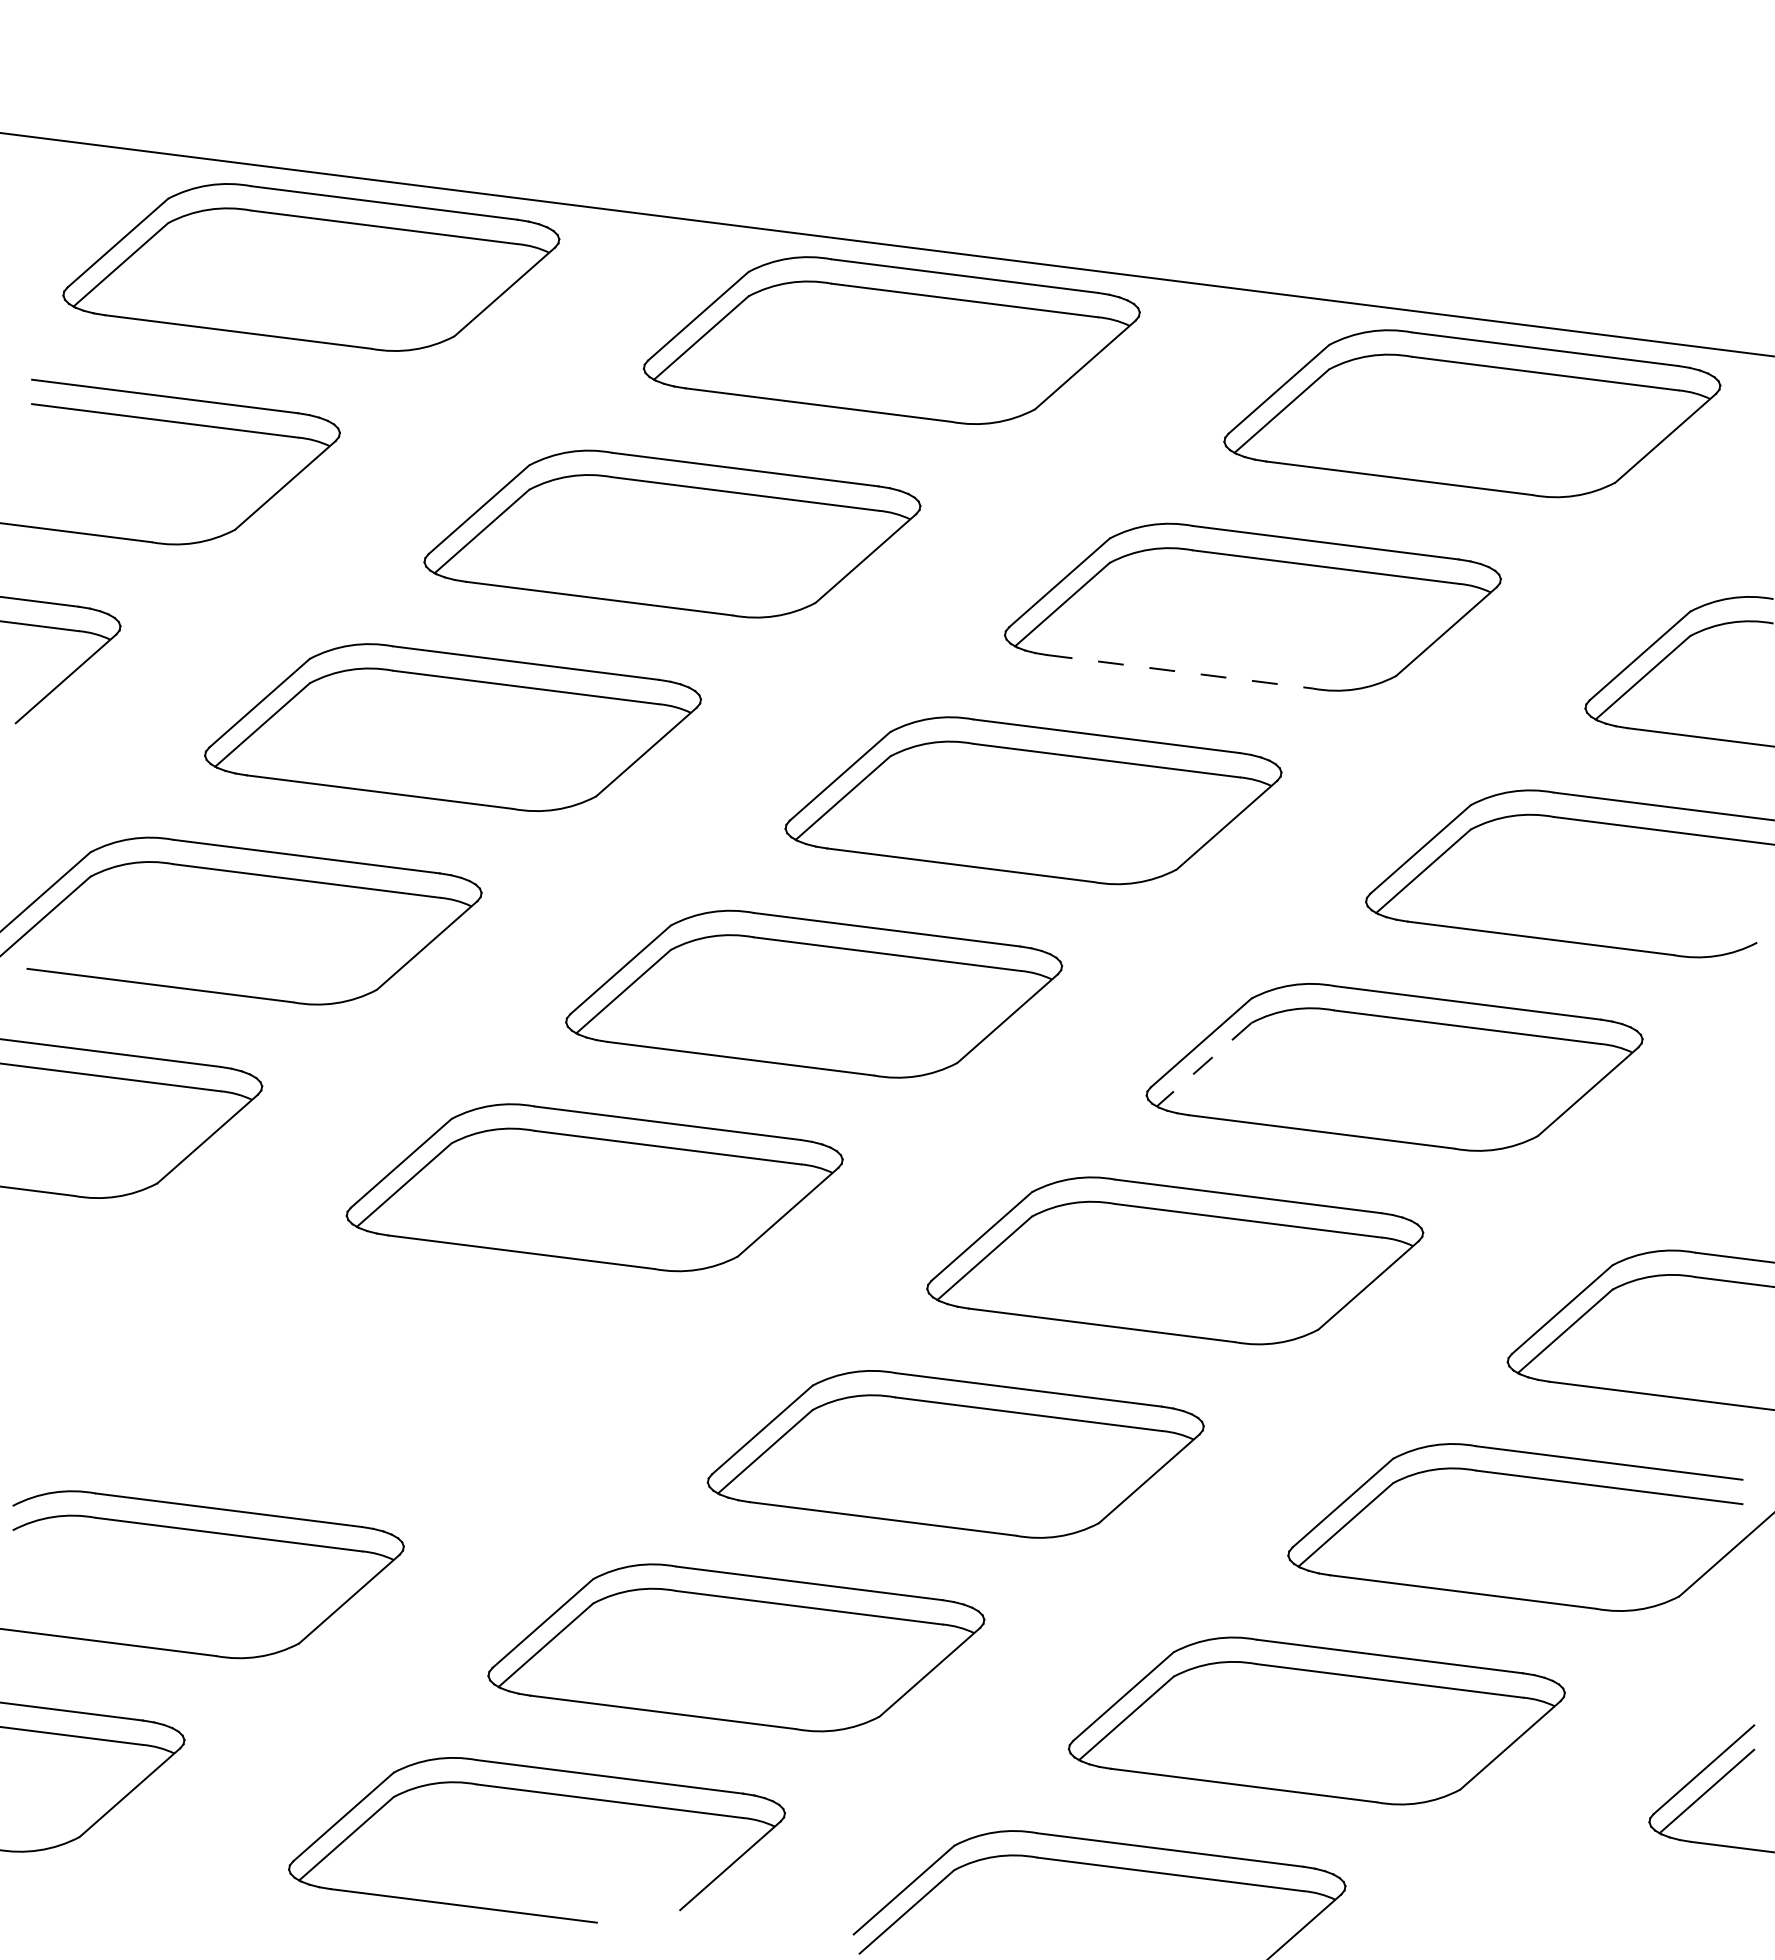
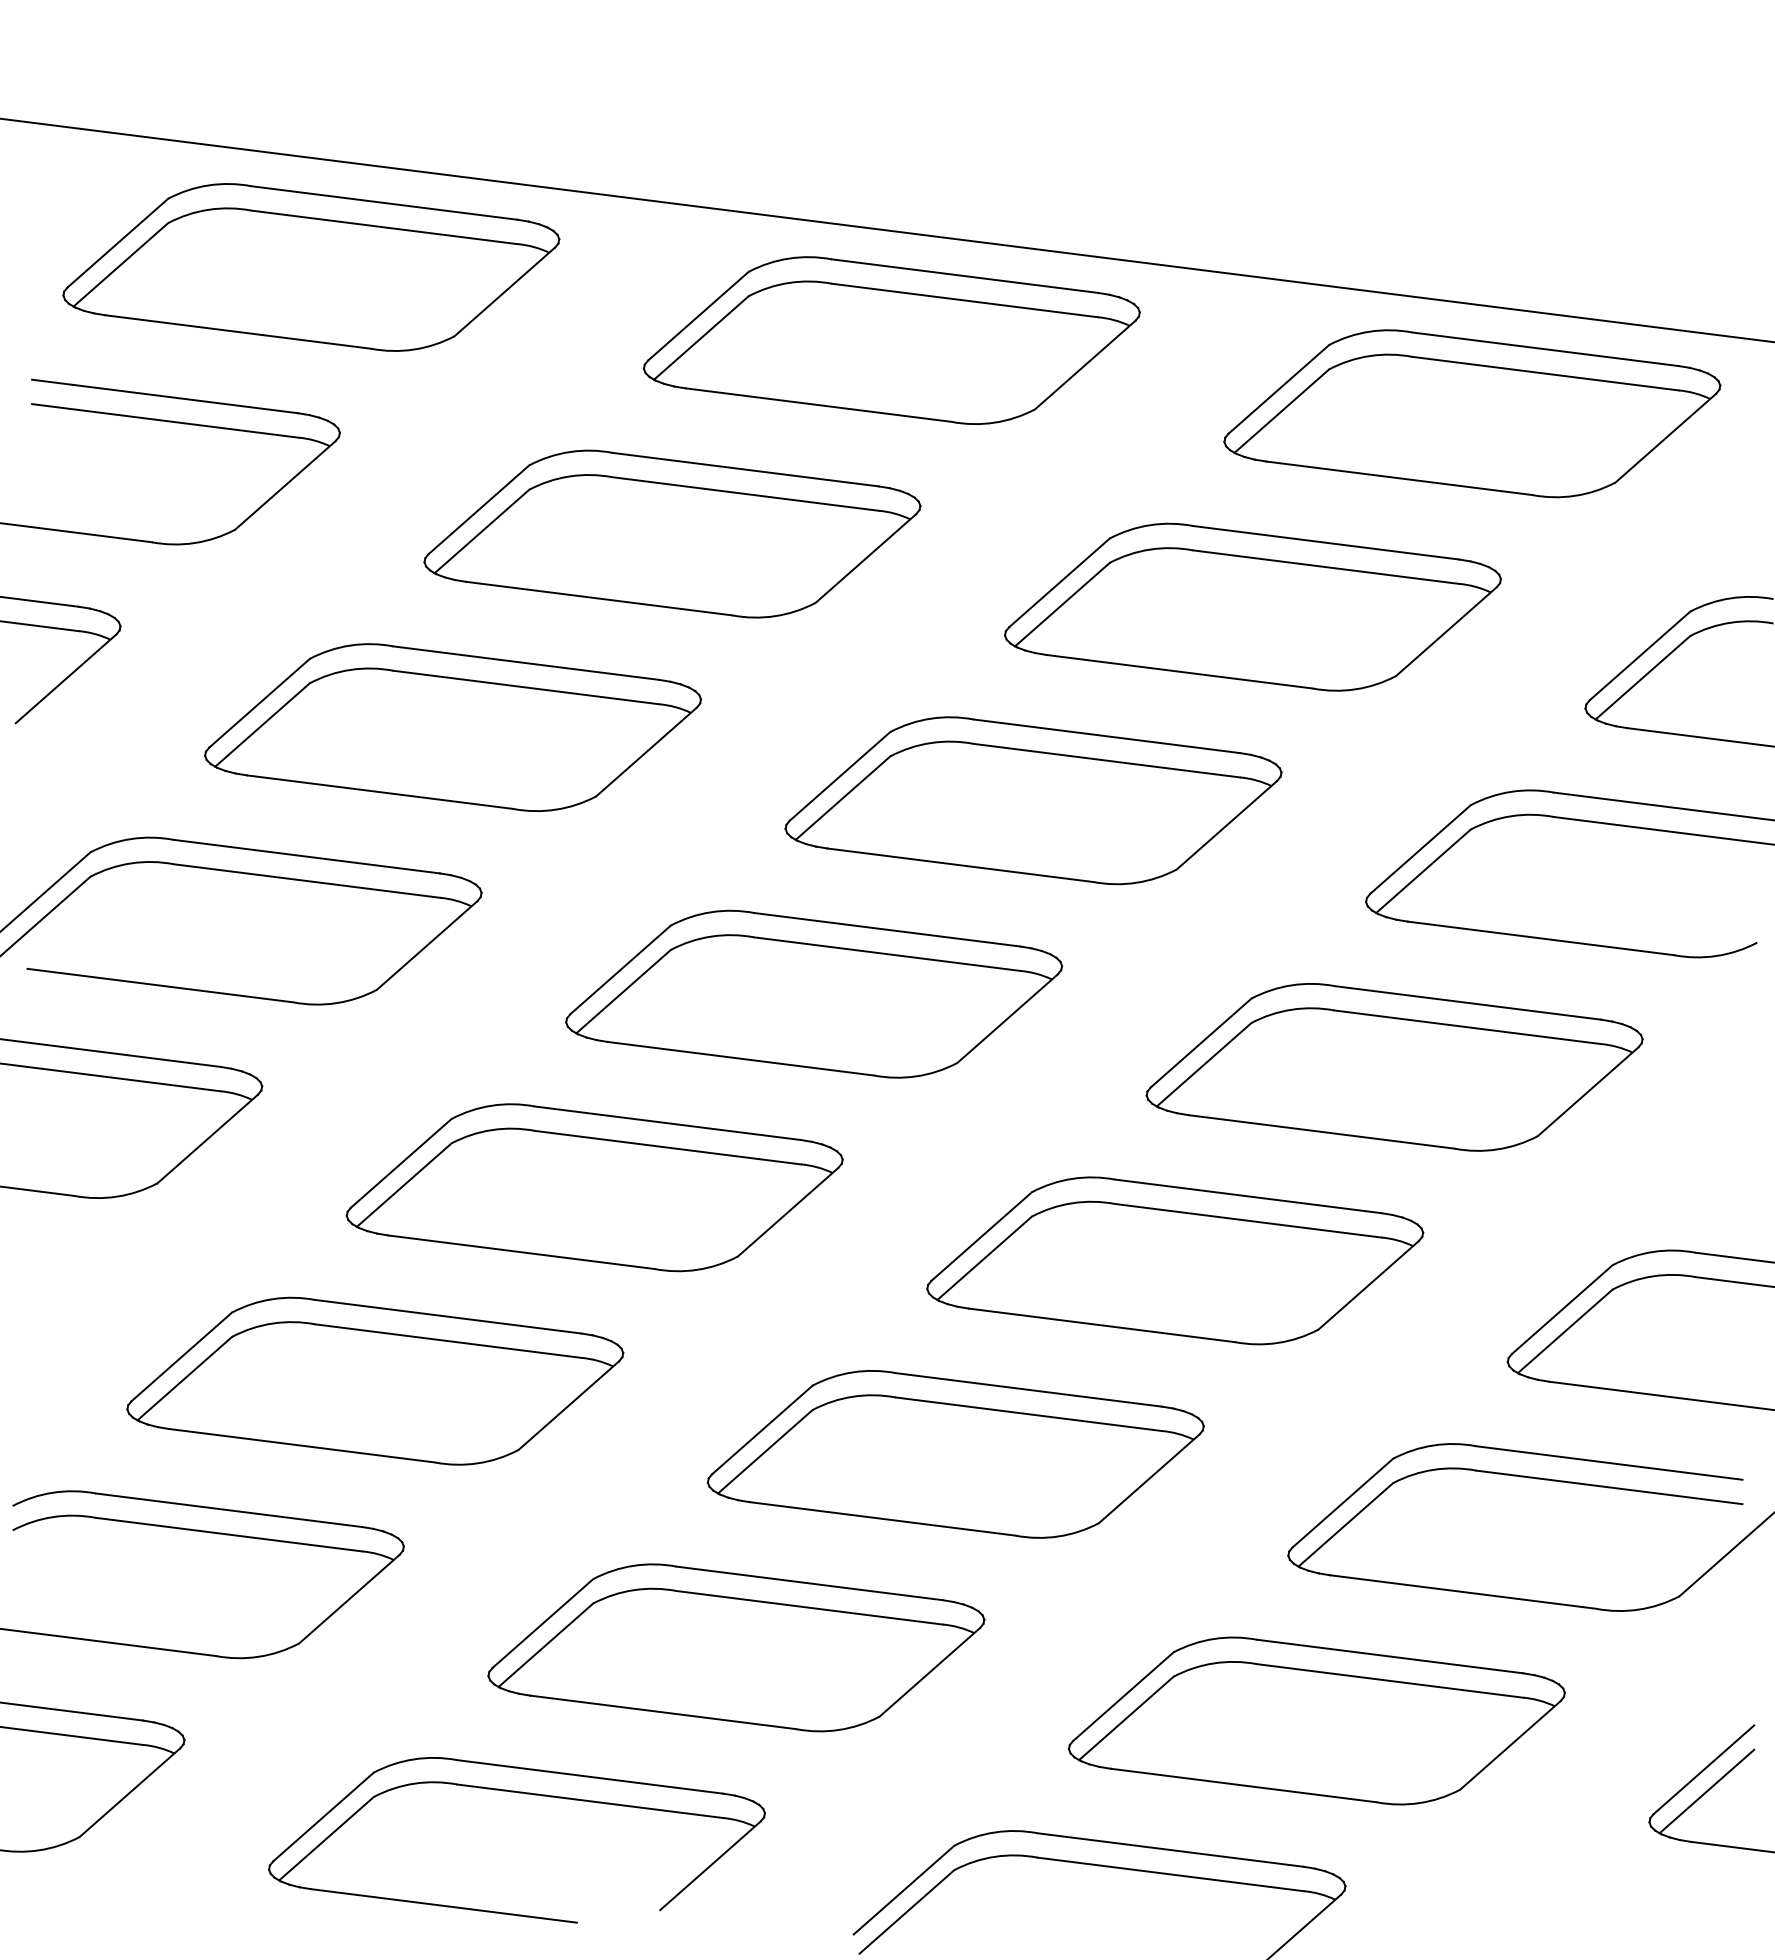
line at (886, 244) position: (886, 244) -> (886, 230)
line at (1180, 671): dashed -> solid
line at (1203, 1065): dashed -> solid
part at (375, 1380): none -> present
part at (538, 1793) position: (538, 1793) -> (518, 1793)
